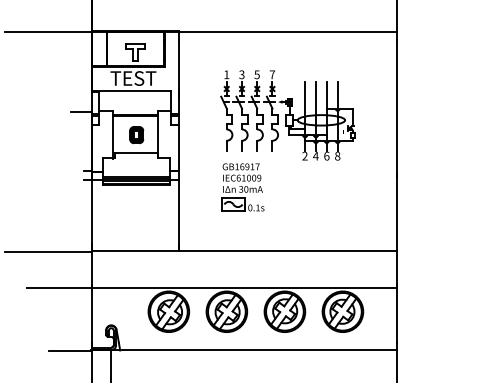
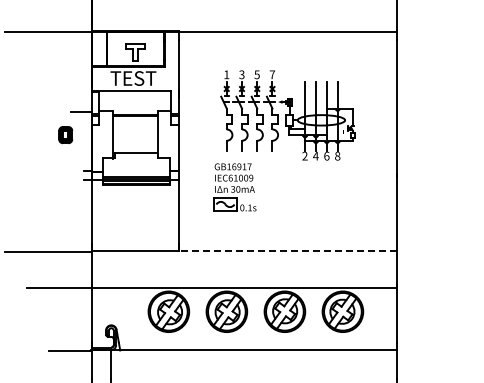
part at (136, 135) position: (136, 135) -> (65, 135)
part at (242, 187) position: (242, 187) -> (234, 187)
line at (287, 251): solid -> dashed
